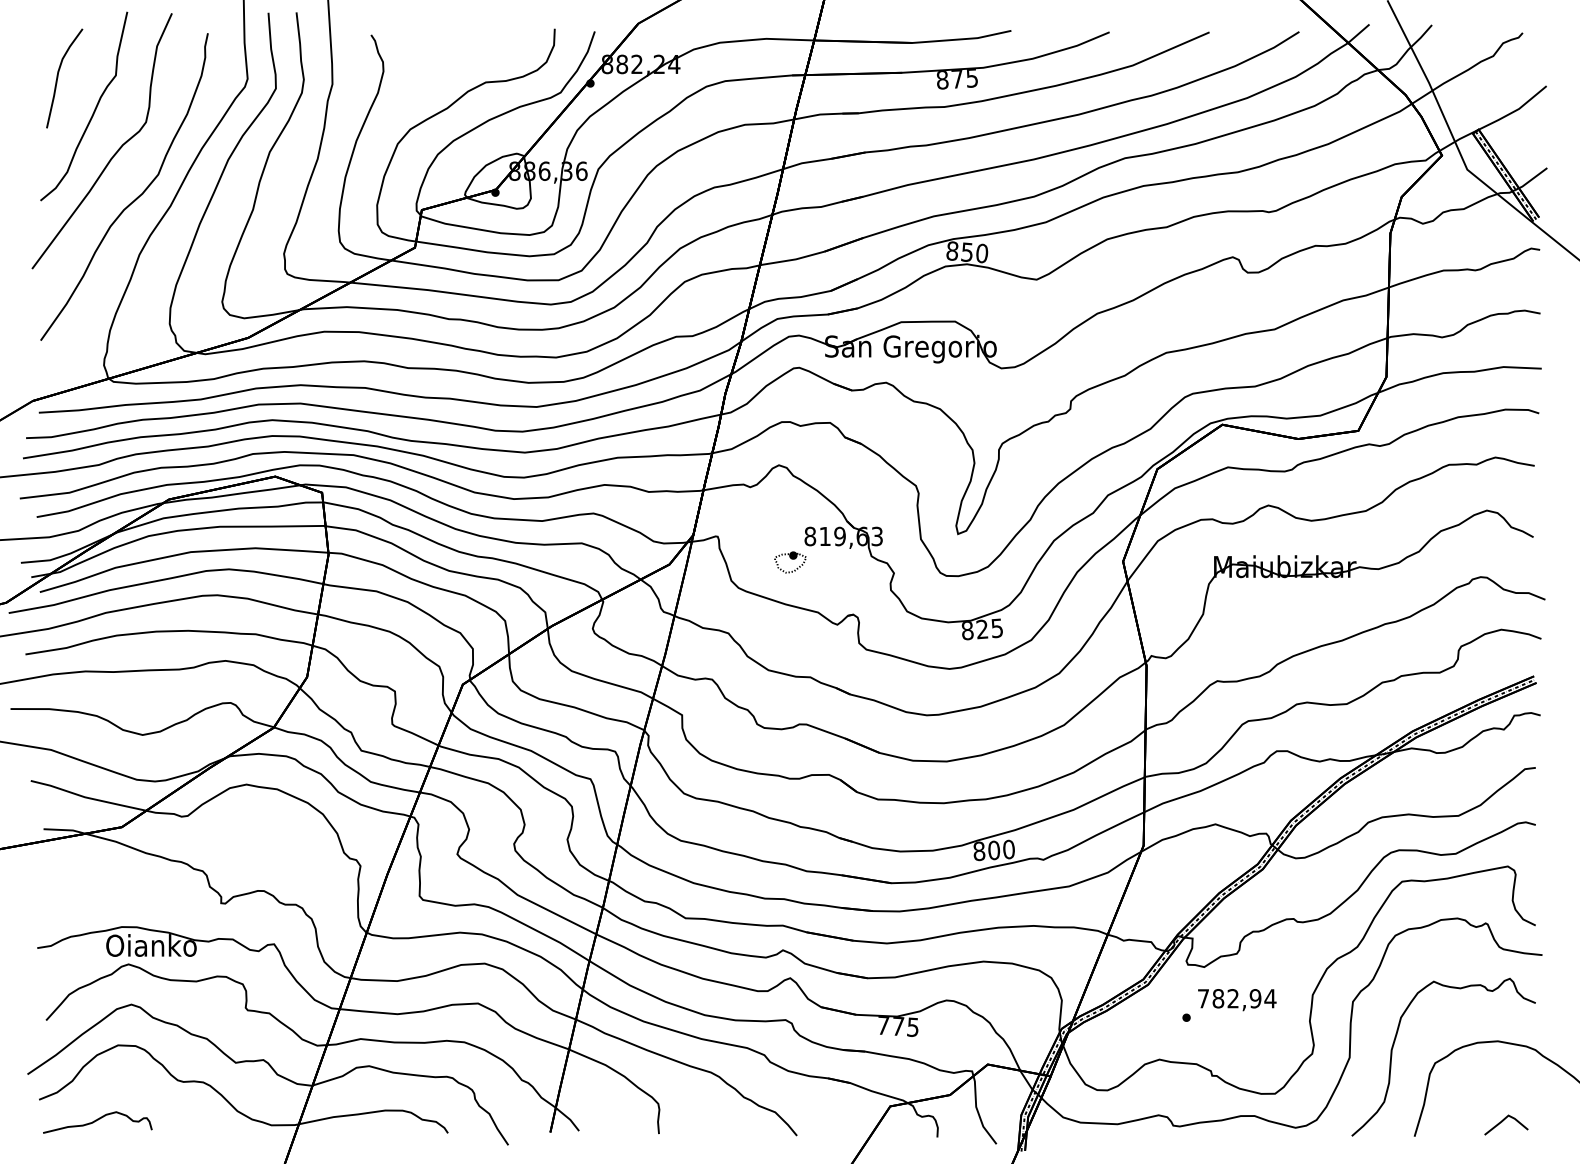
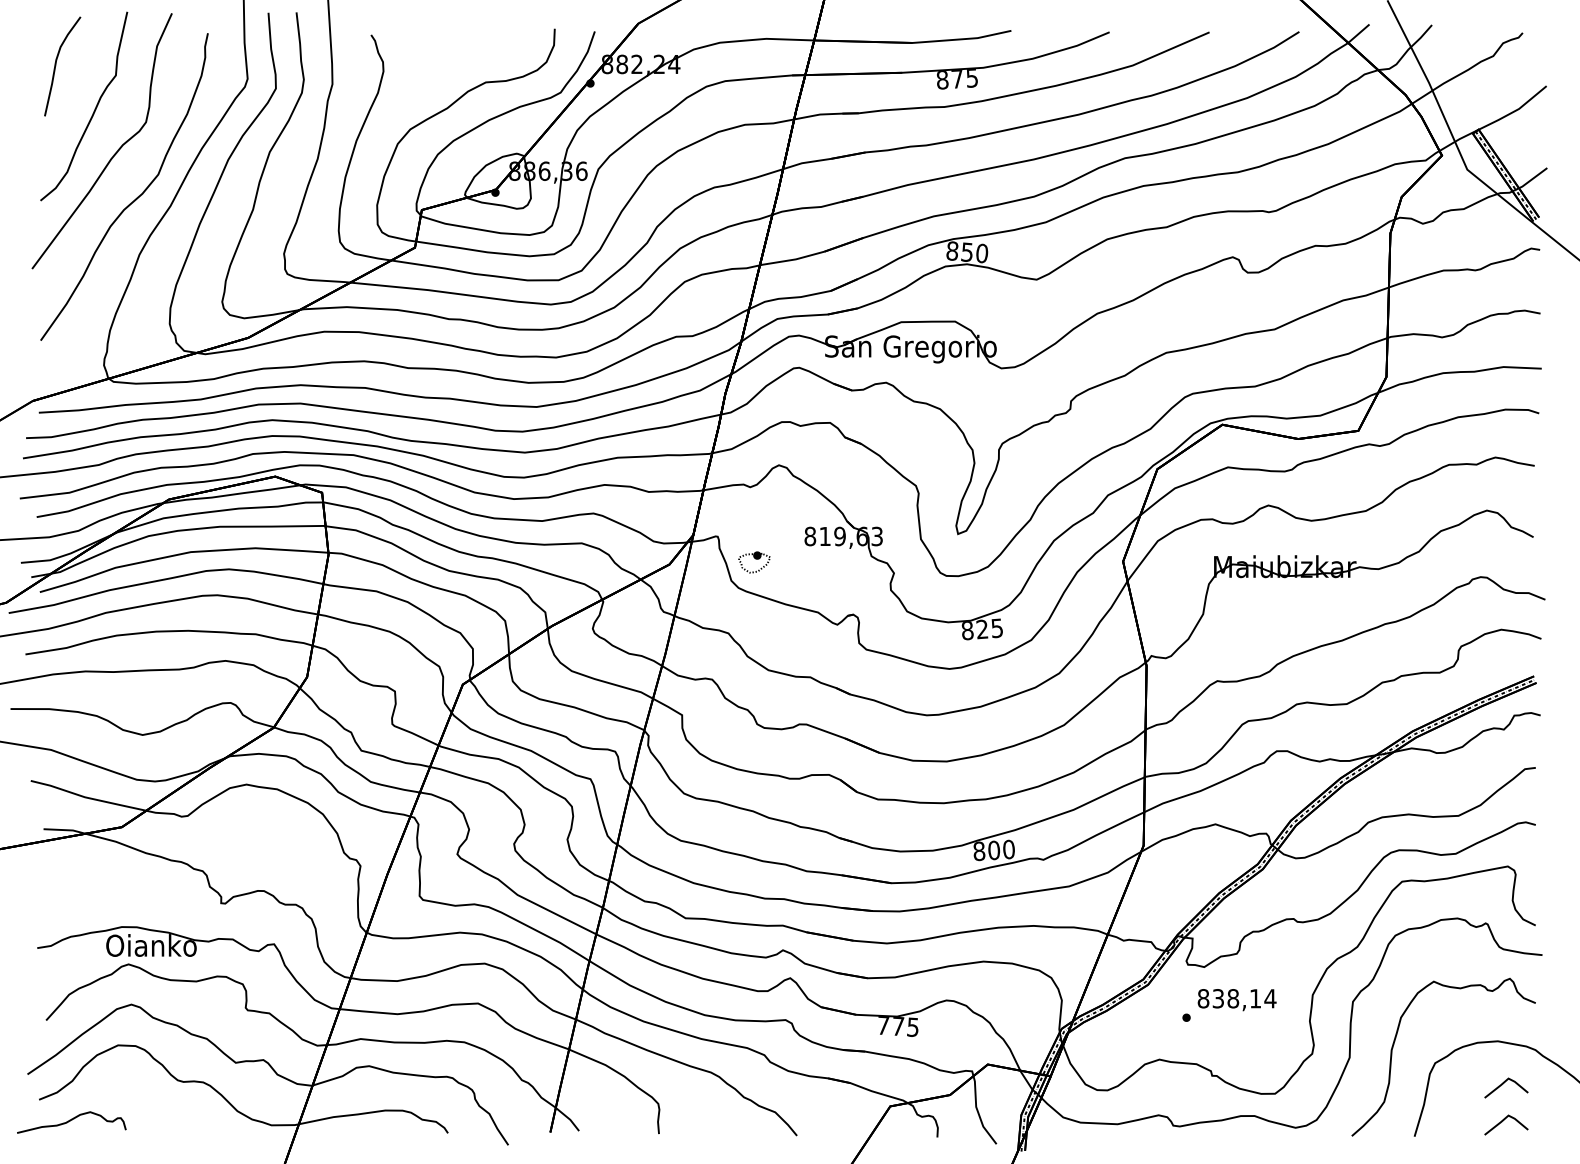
curve at (58, 78) position: (58, 78) -> (56, 66)
part at (790, 562) position: (790, 562) -> (754, 562)
text at (1229, 998): 782,94 -> 838,14
line at (1503, 1084): none -> present
curve at (96, 1121) position: (96, 1121) -> (70, 1121)
